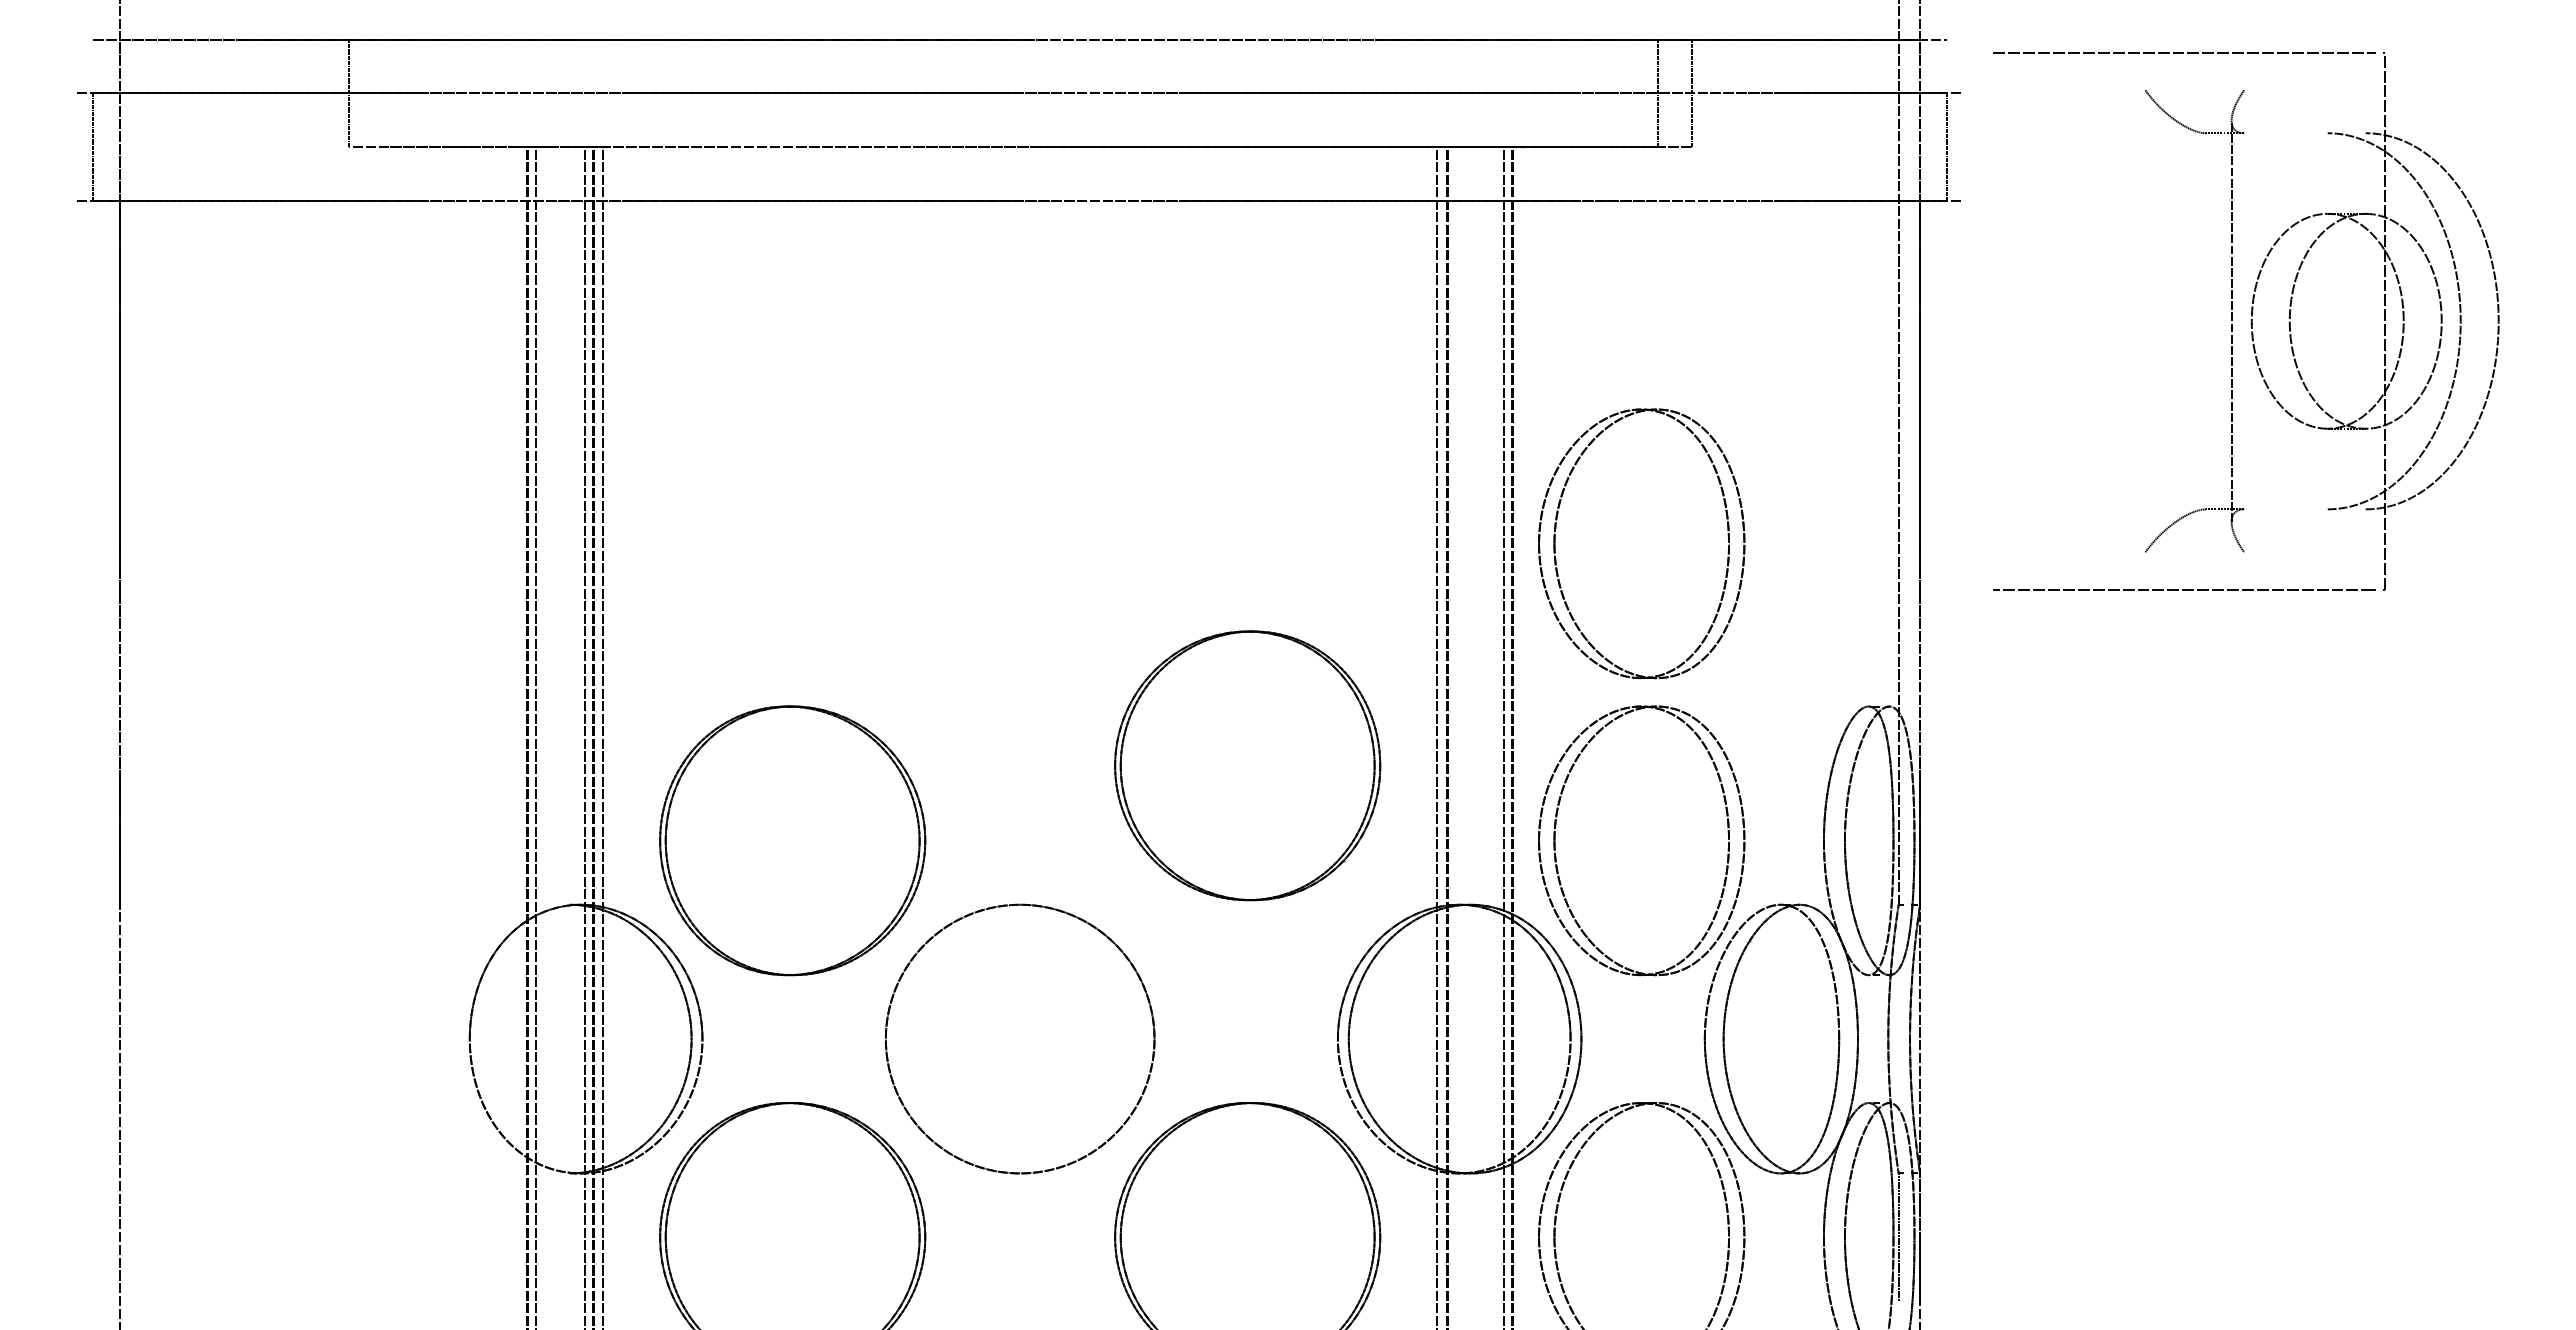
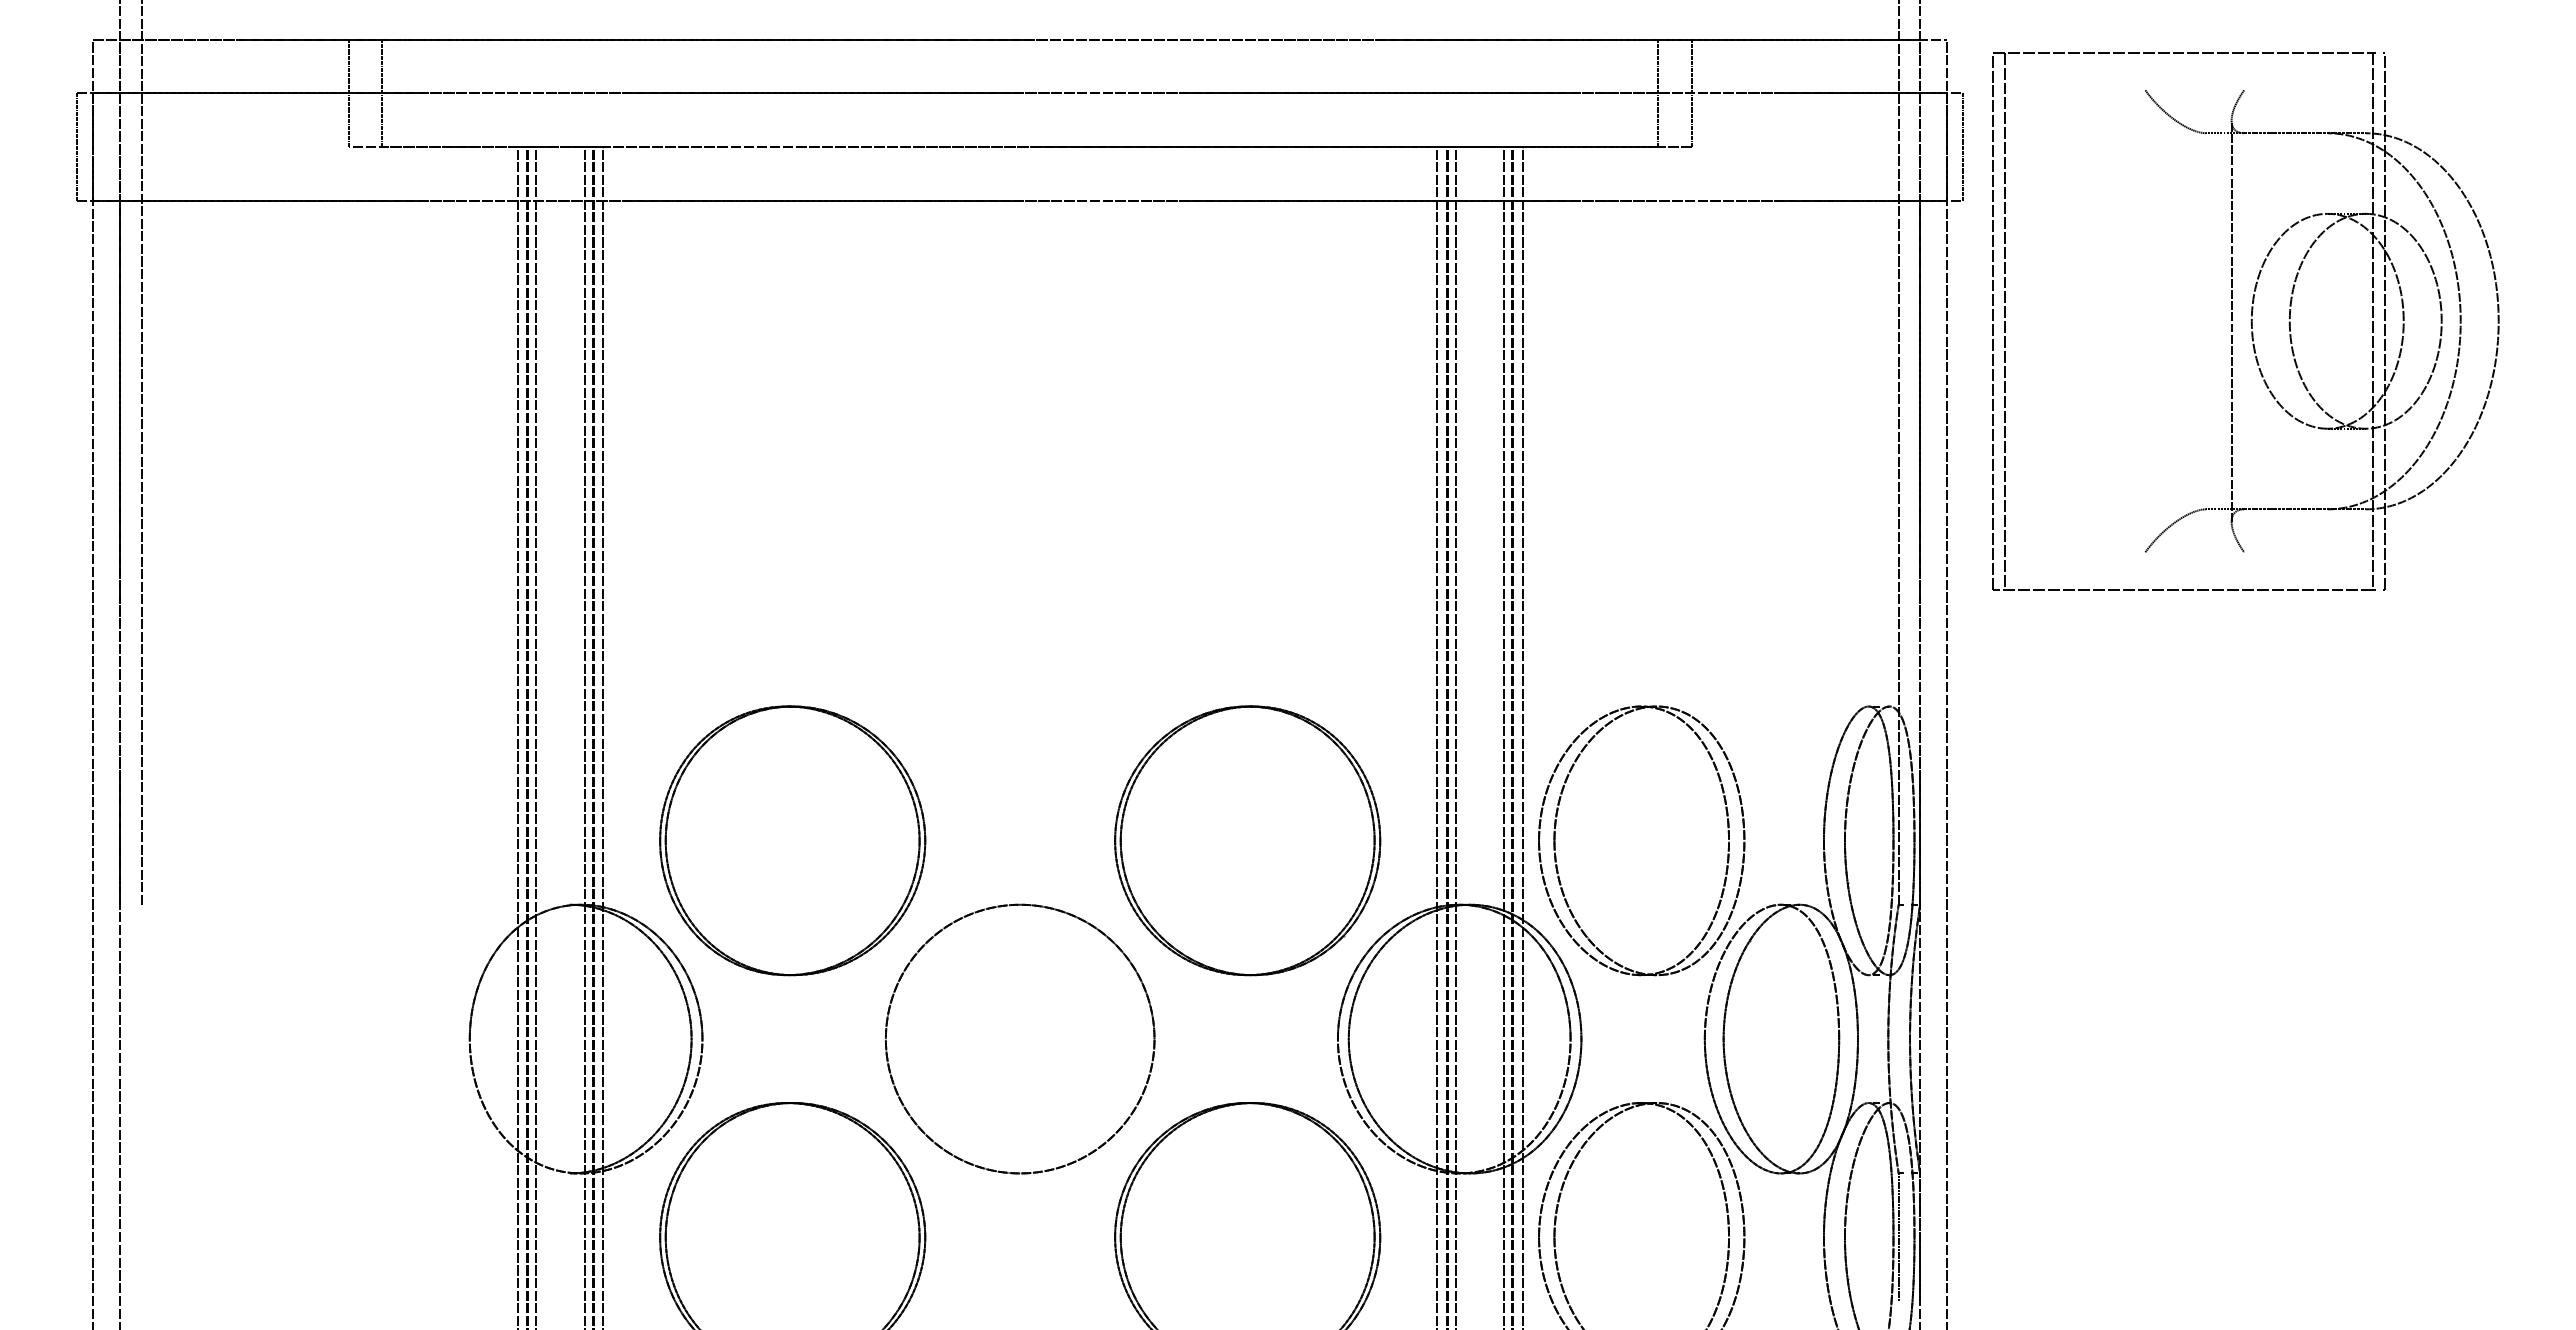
line at (381, 93): none -> present
line at (2304, 133): none -> present
line at (77, 146): none -> present
line at (1963, 146): none -> present
line at (1993, 320): none -> present
line at (2004, 320): none -> present
line at (2373, 320): none -> present
line at (141, 453): none -> present
line at (2304, 509): none -> present
part at (1555, 543): present -> none
line at (93, 682): none -> present
line at (1946, 682): none -> present
line at (517, 736): none -> present
line at (1455, 736): none -> present
line at (1522, 736): none -> present
part at (1247, 765) position: (1247, 765) -> (1247, 840)
